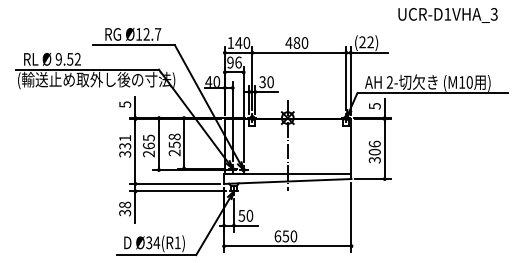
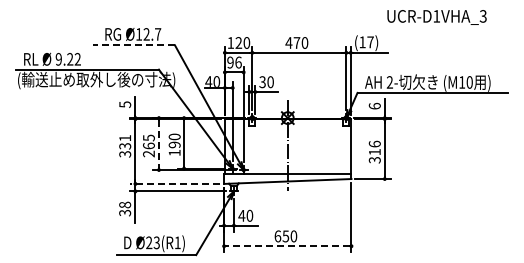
text at (447, 15) position: (447, 15) -> (436, 17)
text at (238, 42): 140 -> 120
text at (296, 42): 480 -> 470
text at (366, 42): (22) -> (17)
line at (133, 45): solid -> dashed
text at (70, 59): 9.52 -> 9.22
text at (374, 105): 5 -> 6
line at (158, 144): solid -> dashed
text at (174, 144): 258 -> 190
text at (374, 151): 306 -> 316
line at (174, 183): solid -> dashed
text at (241, 215): 50 -> 40
text at (153, 242): Ø34(R1) -> Ø23(R1)
line at (287, 246): solid -> dashed
